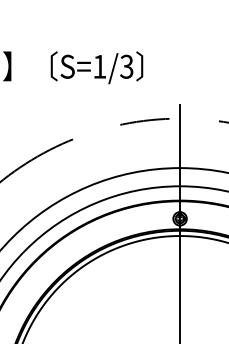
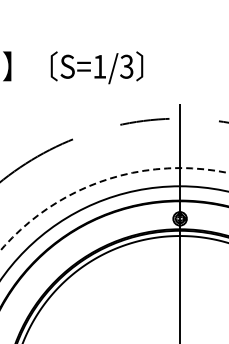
circle at (114, 209): solid -> dashed
